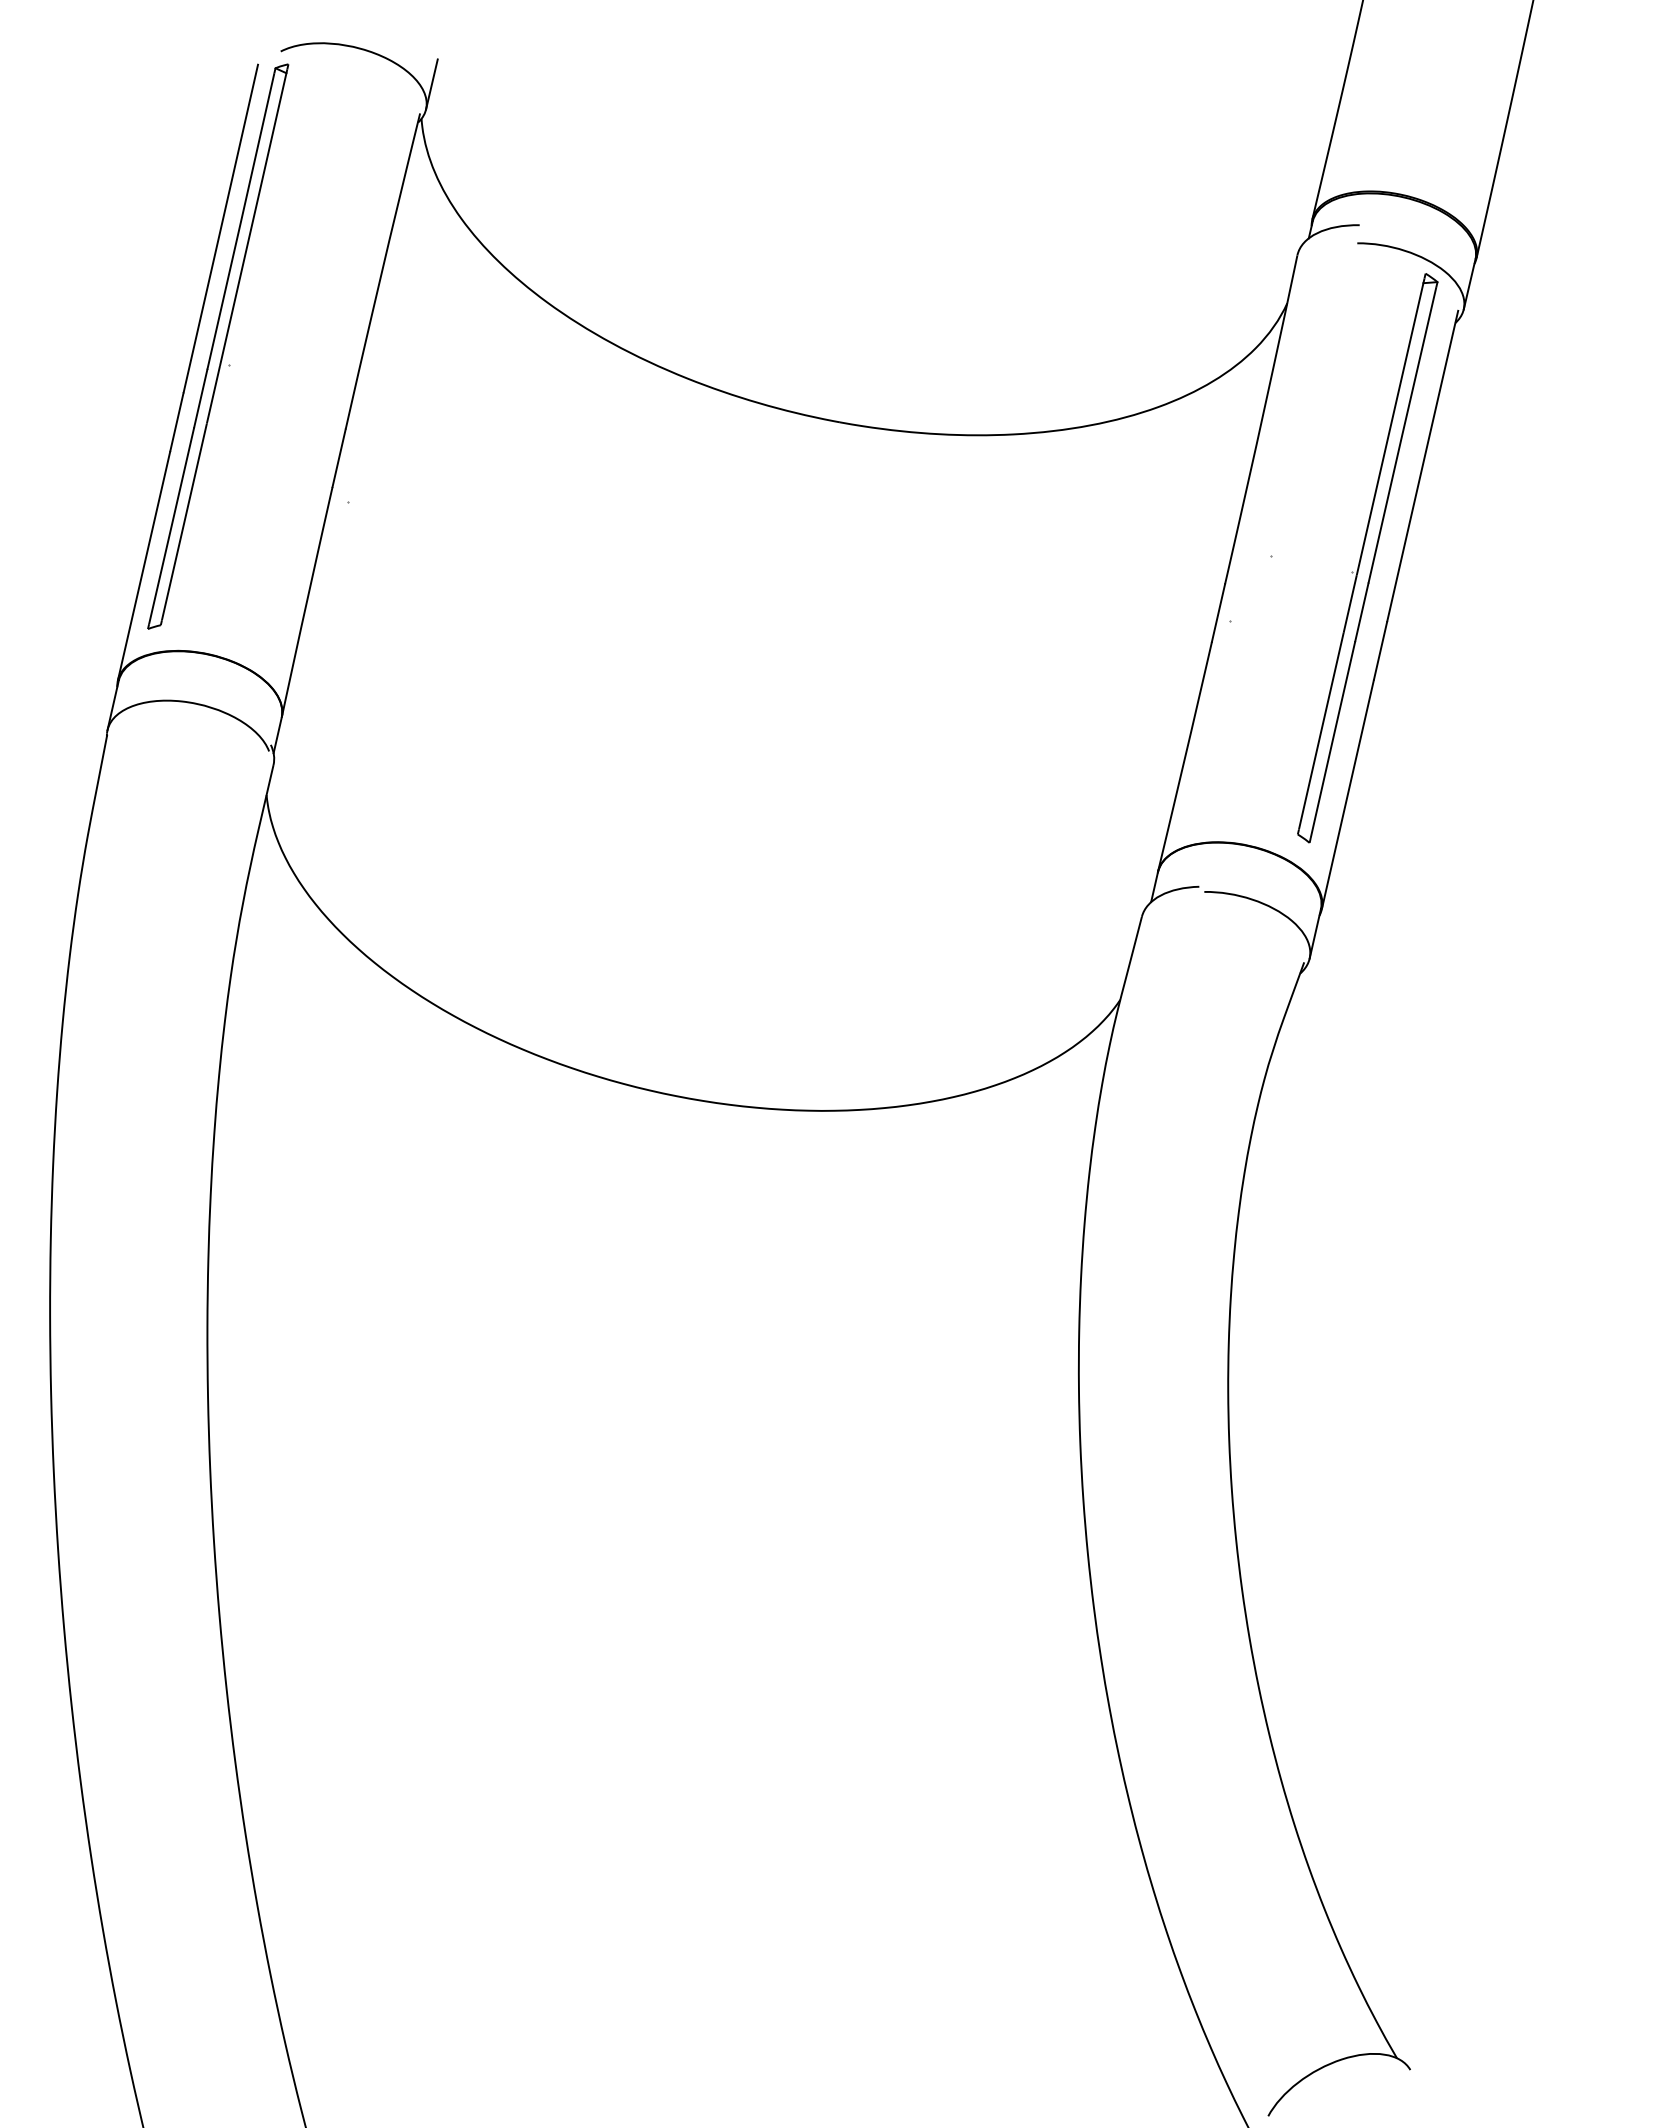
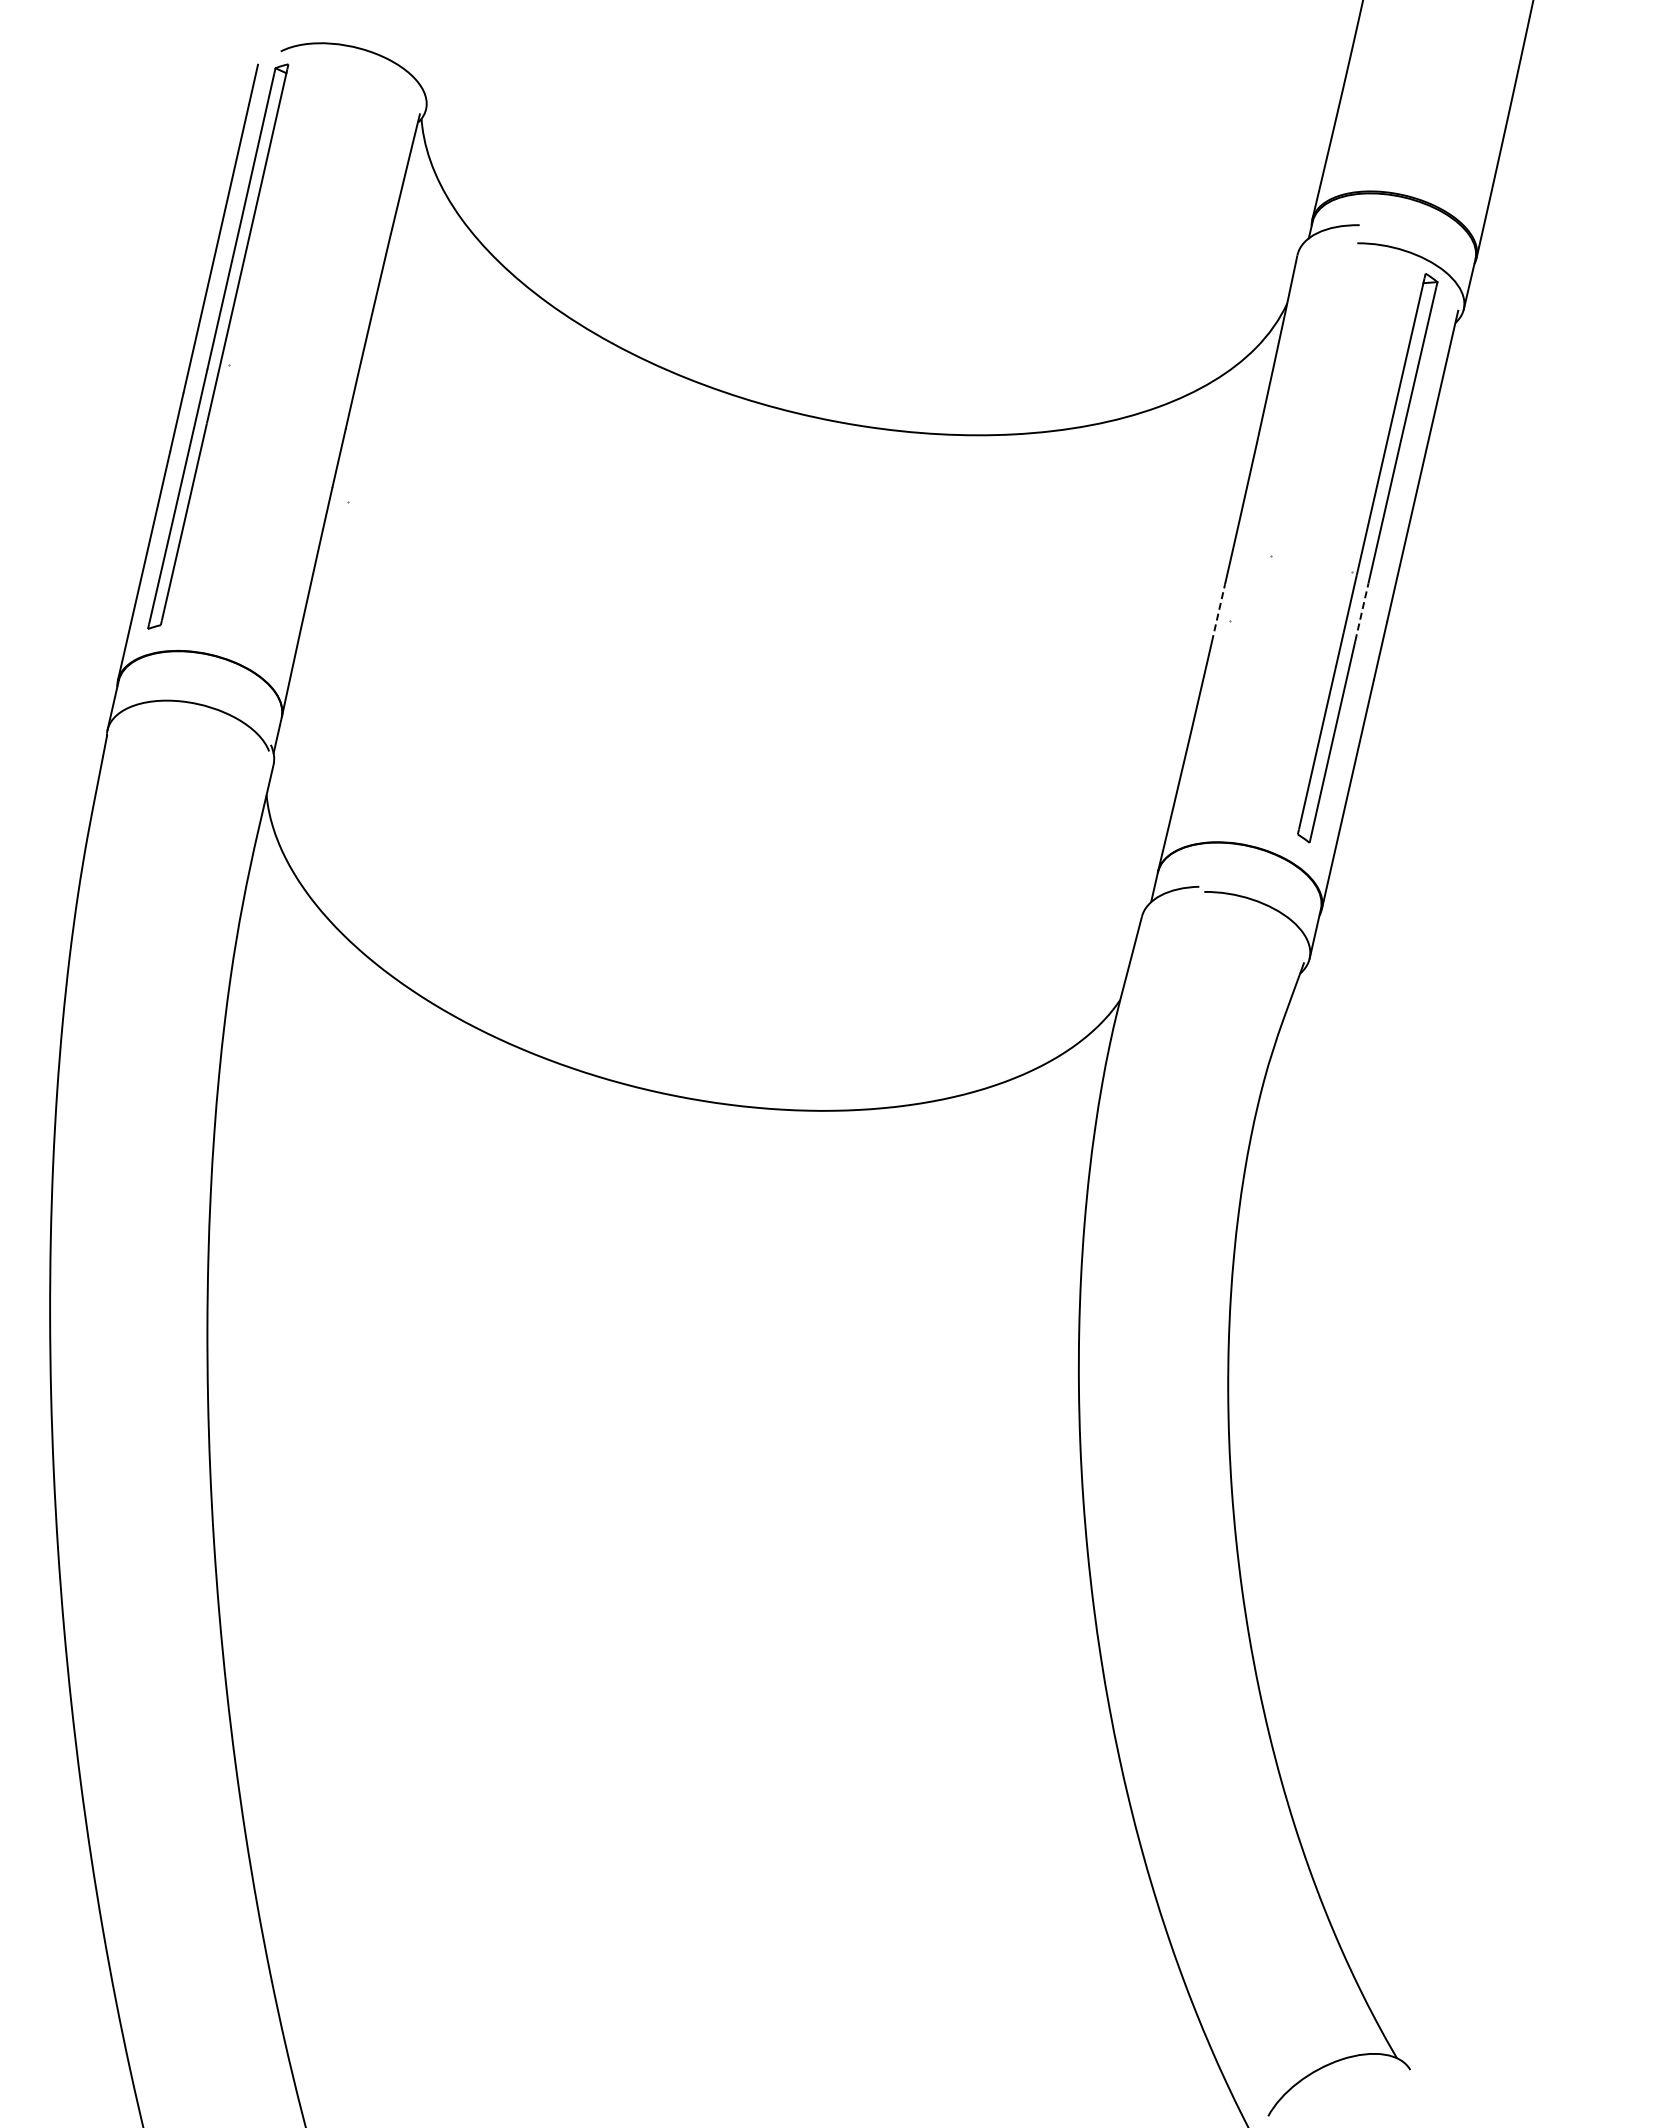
line at (431, 84): present -> none
line at (1361, 612): solid -> dashed
line at (1218, 613): solid -> dashed
